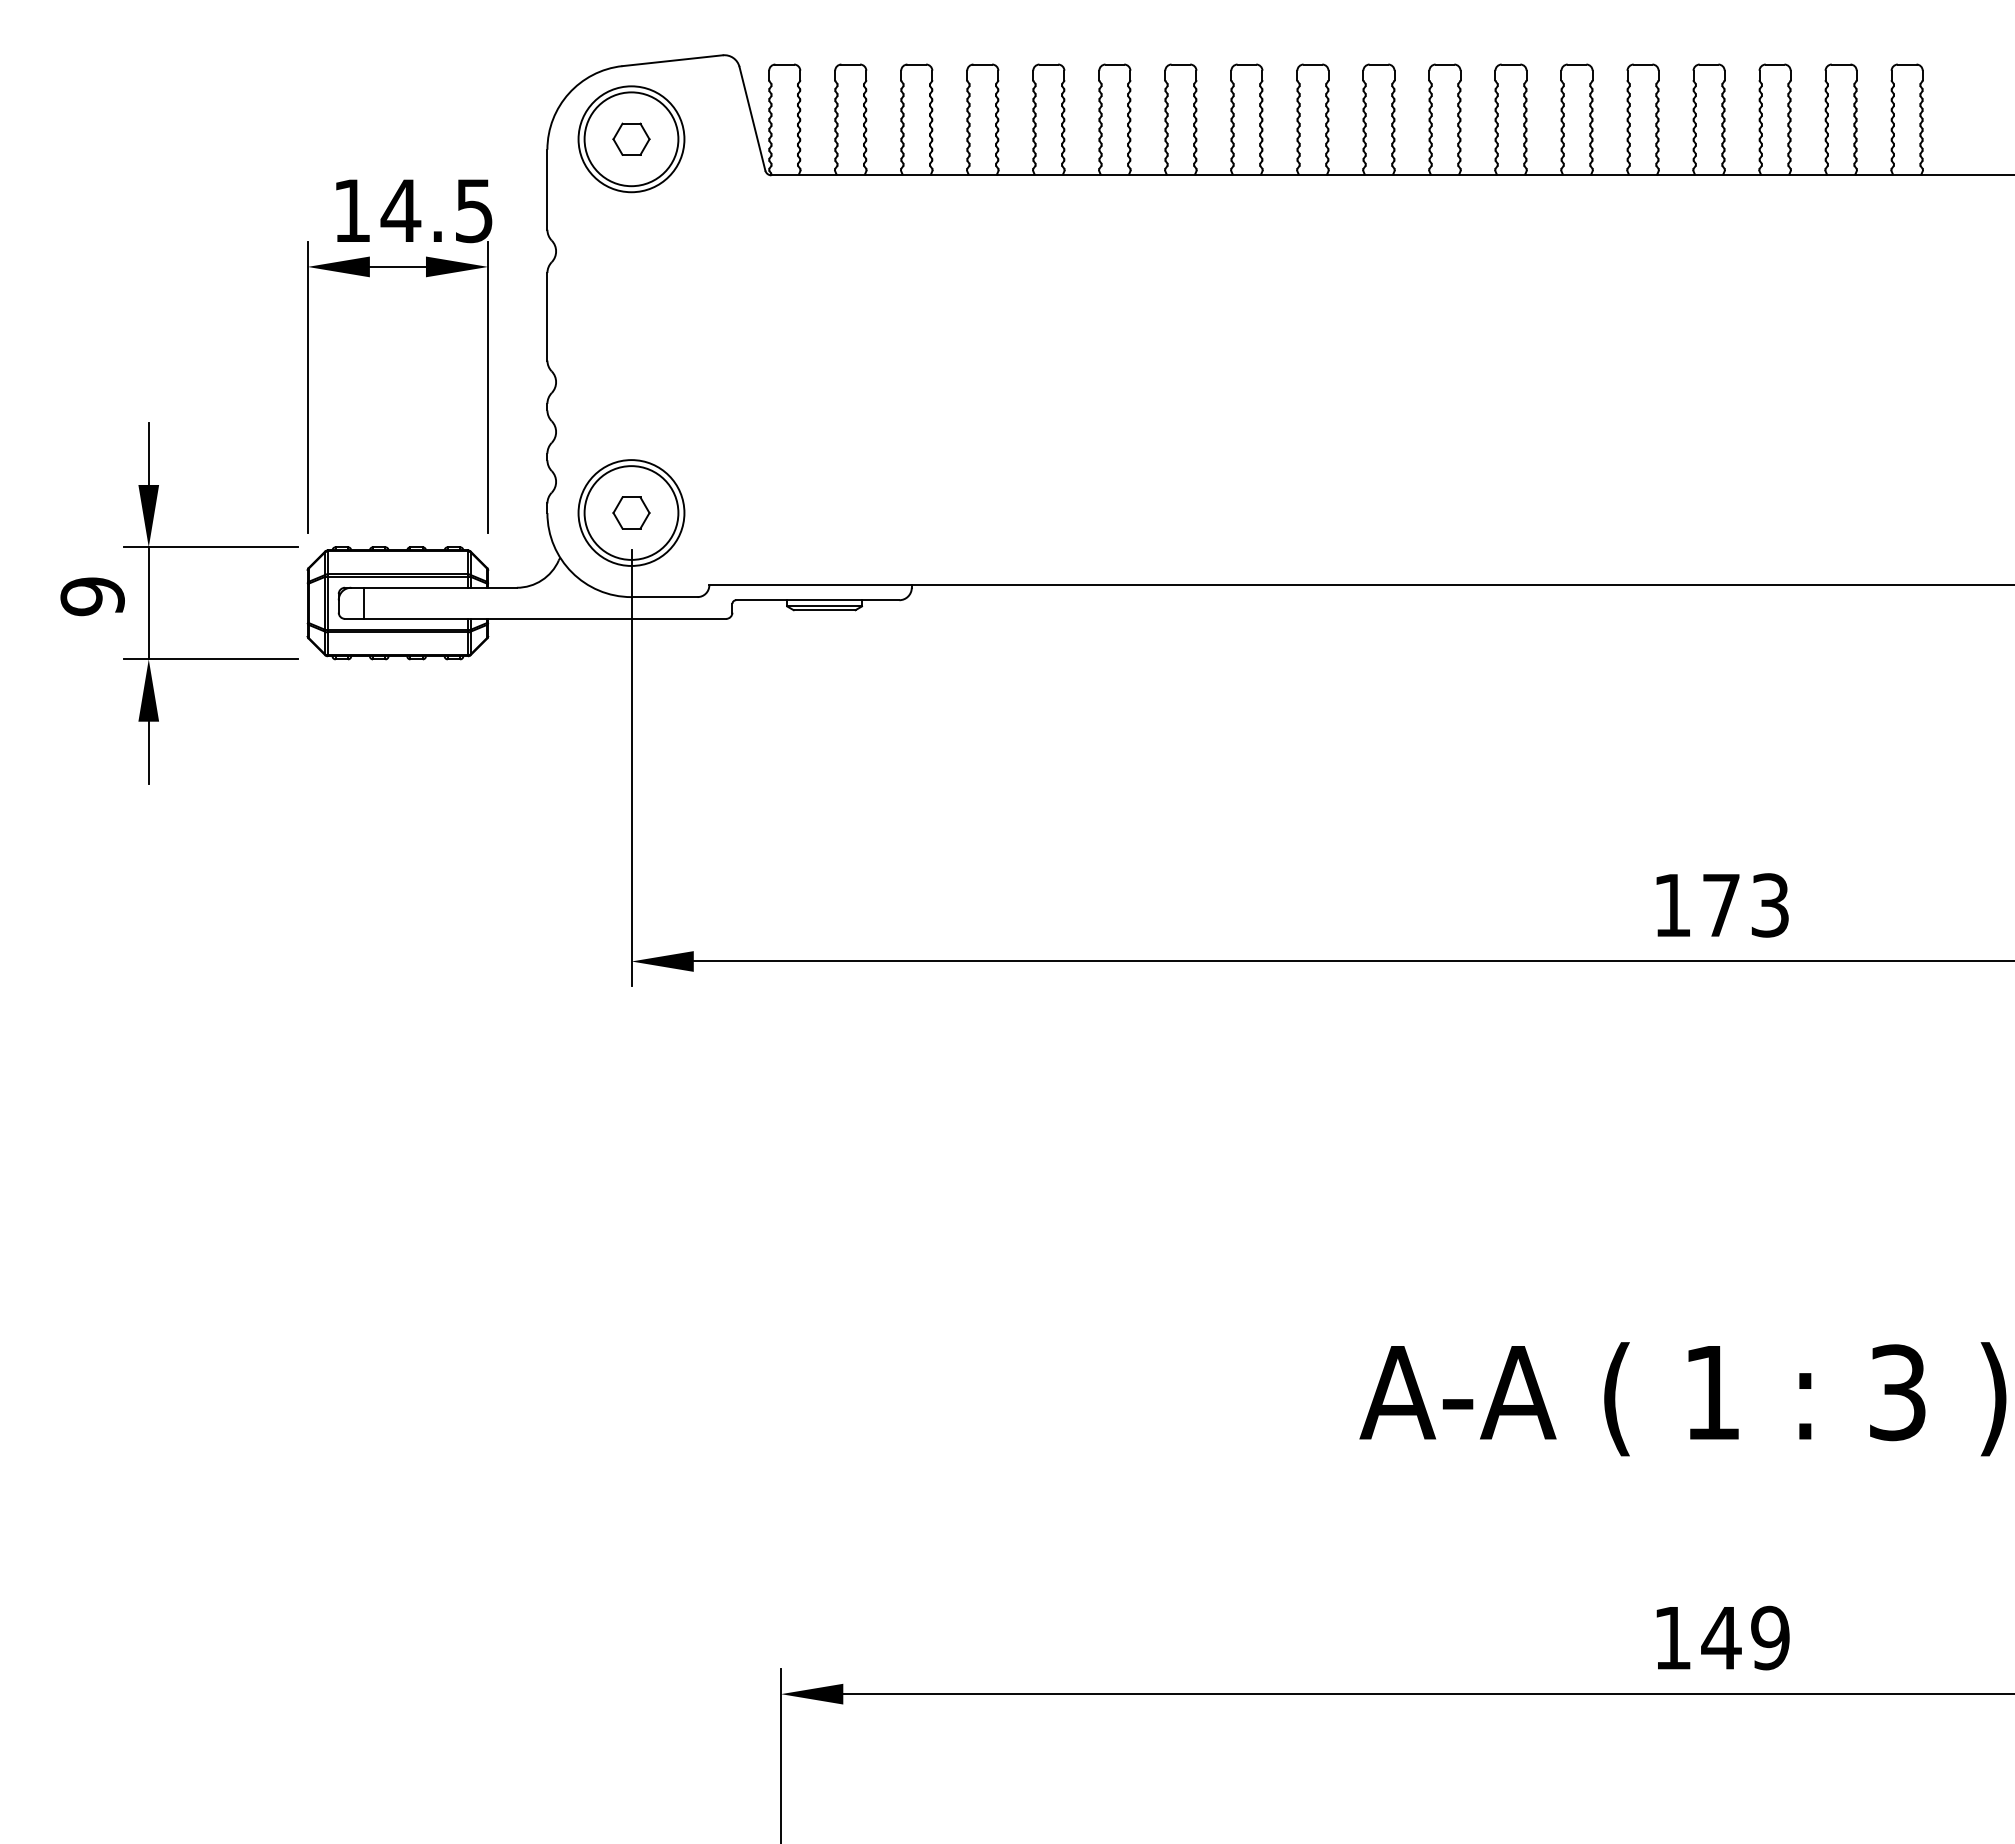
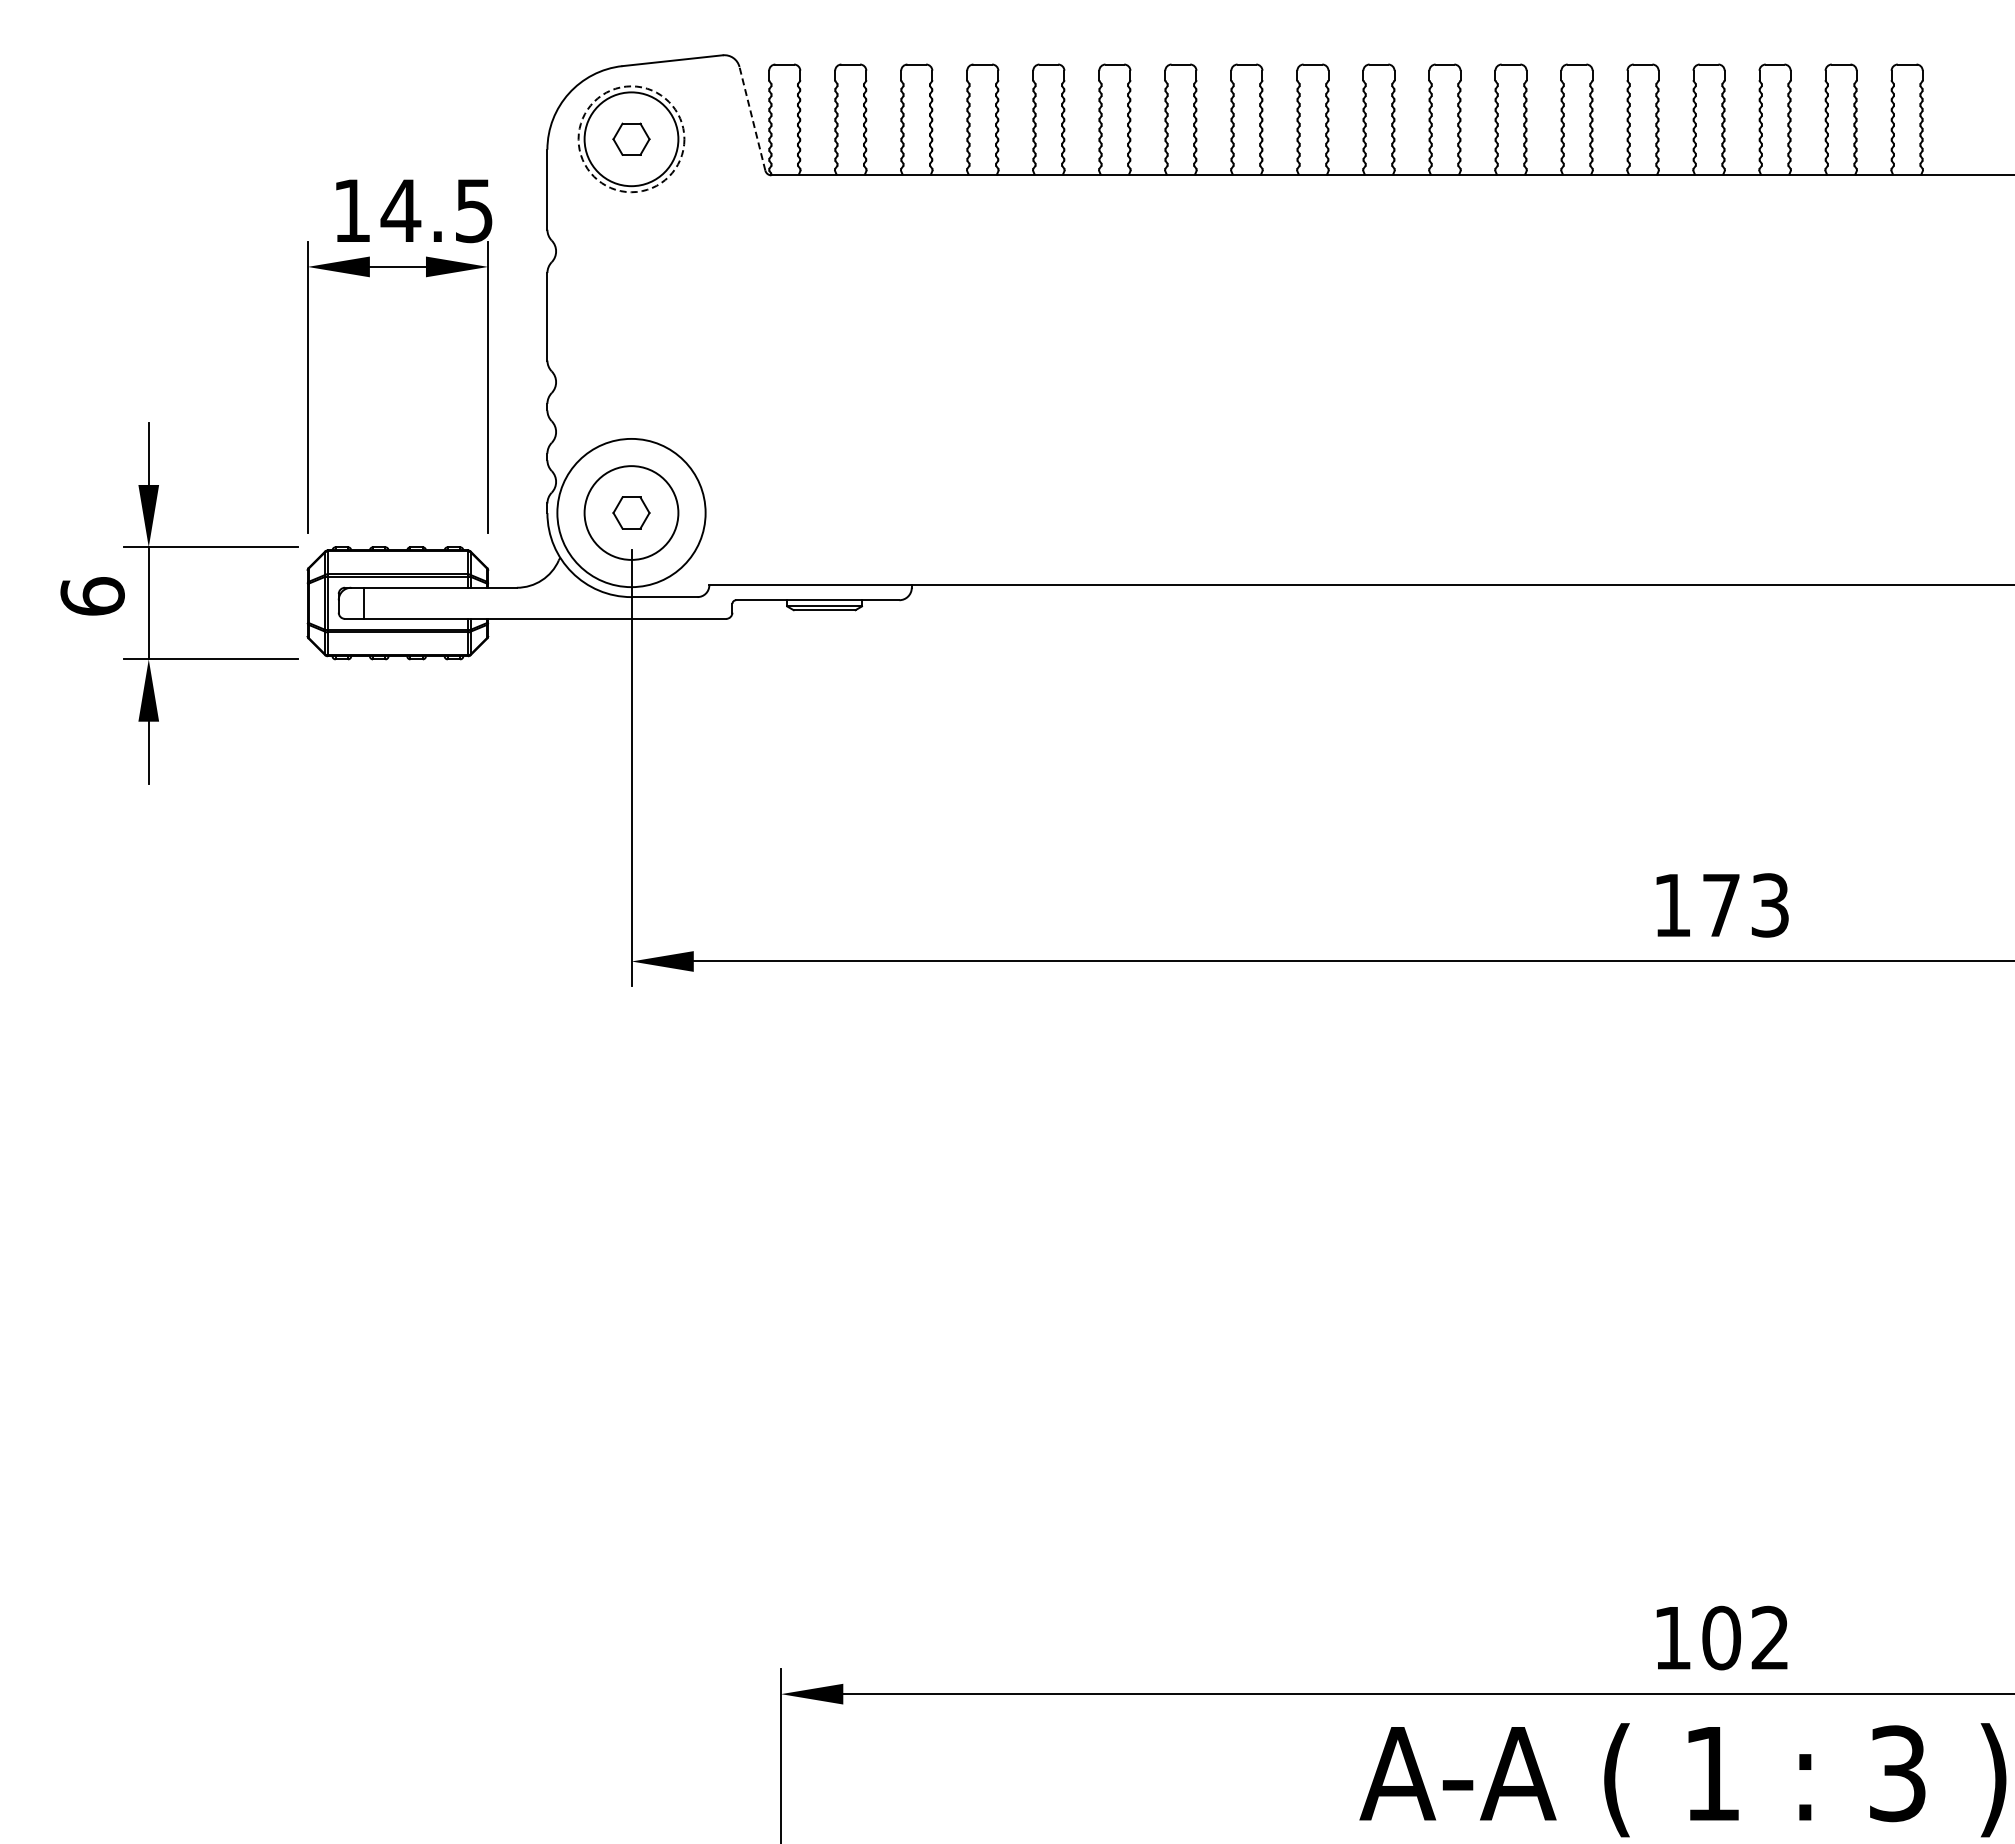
line at (752, 118): solid -> dashed
circle at (631, 139): solid -> dashed
circle at (631, 512) diameter: 106 px -> 148 px
text at (92, 596): 9 -> 6
text at (1682, 1399) position: (1682, 1399) -> (1682, 1780)
text at (1745, 1637): 149 -> 102
